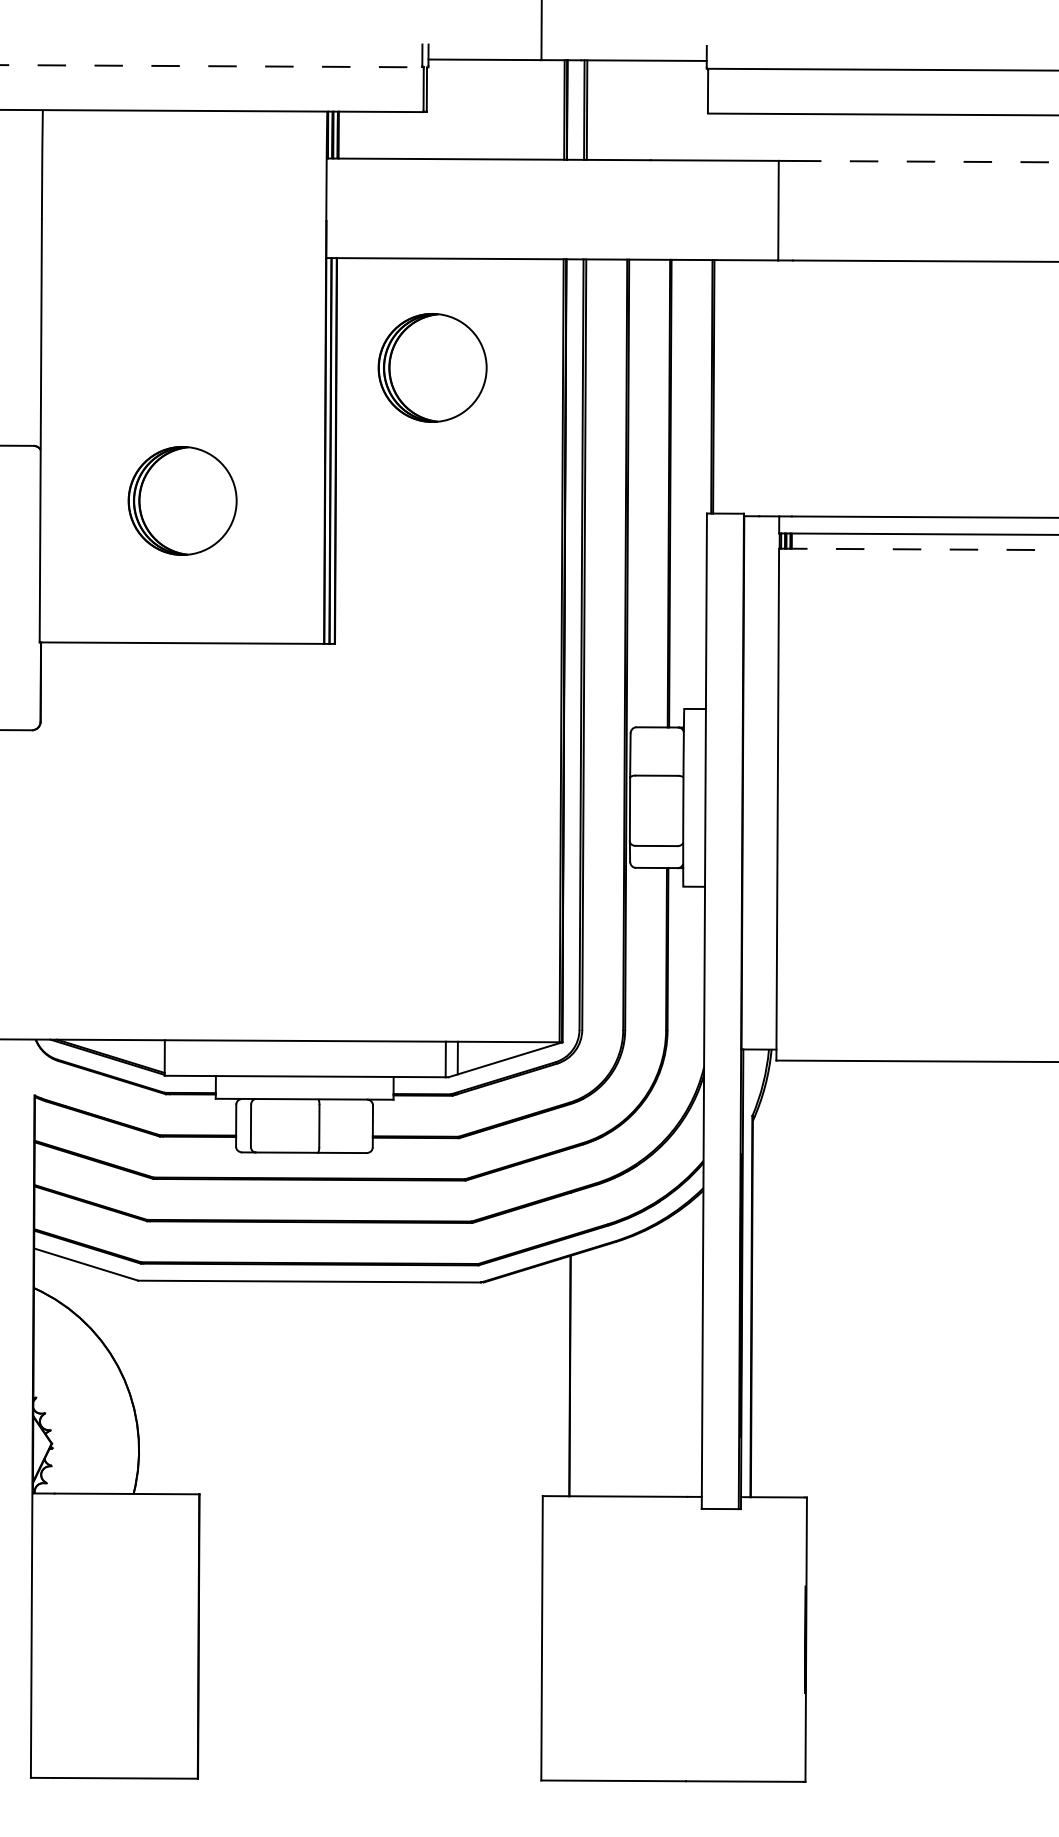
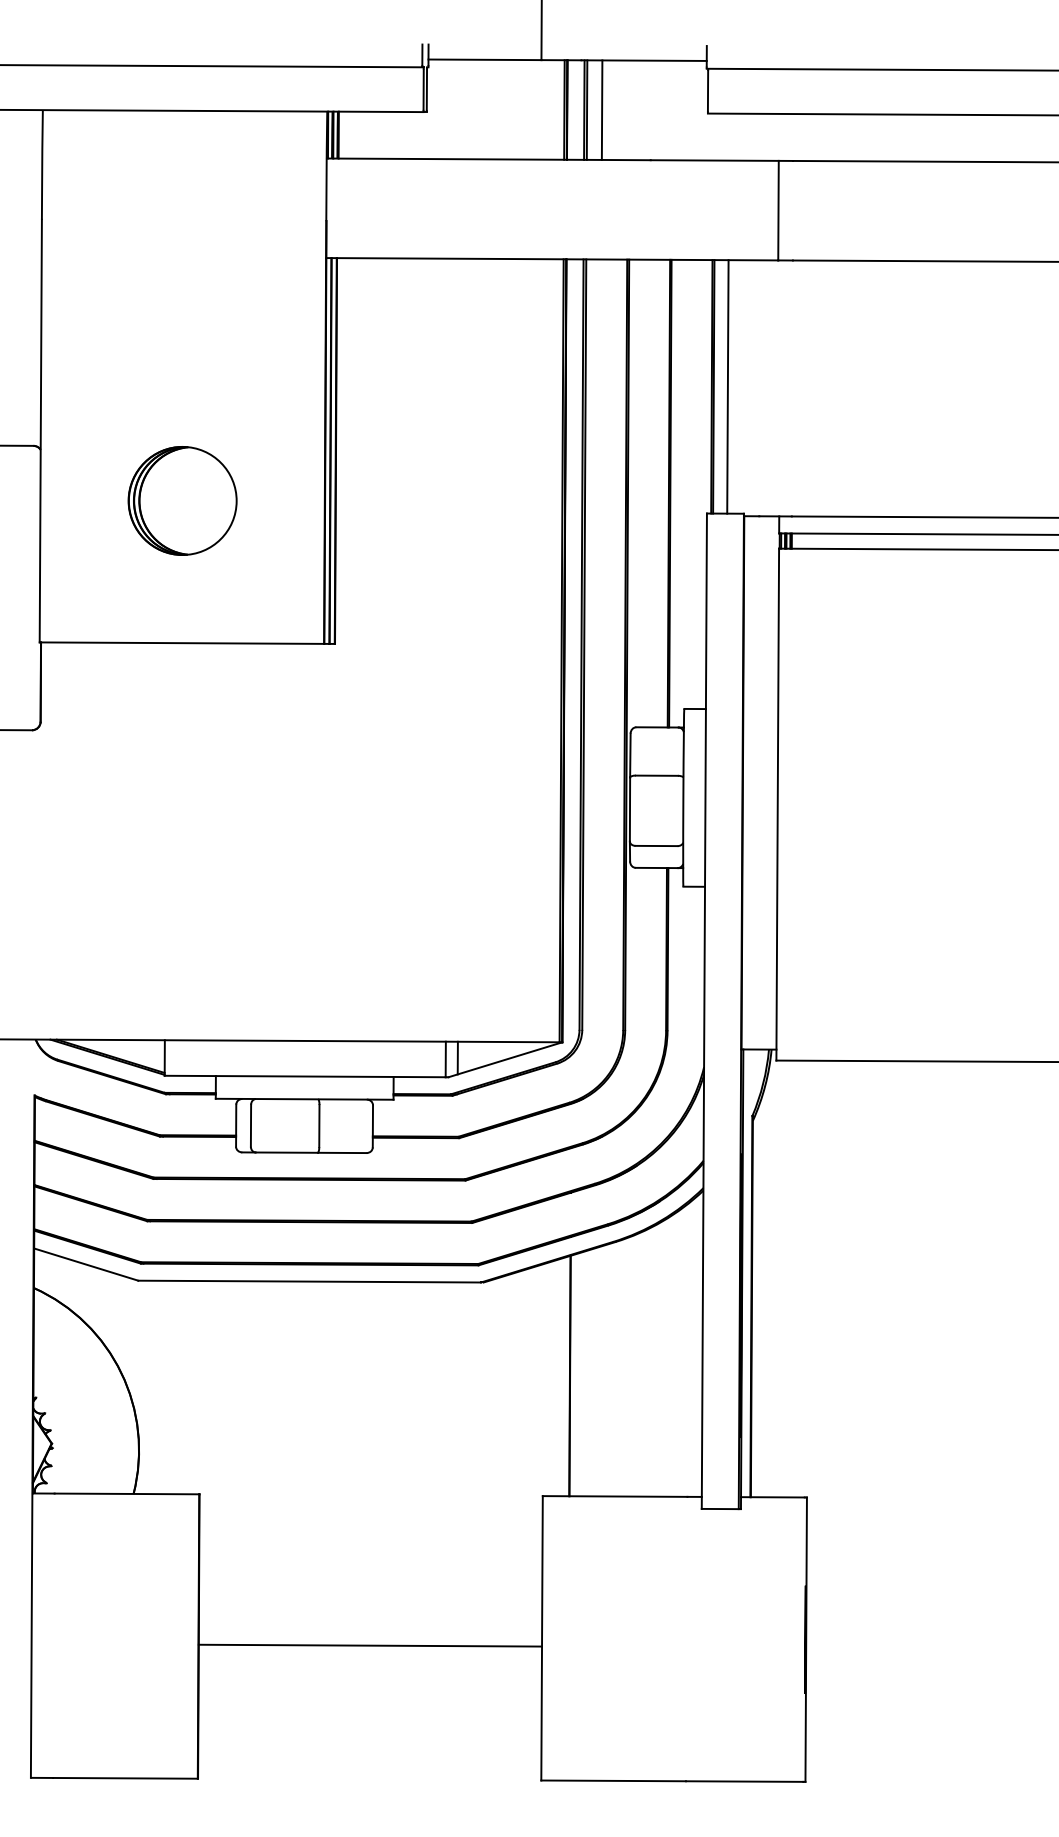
line at (211, 66): dashed -> solid
line at (601, 109): none -> present
line at (925, 161): dashed -> solid
part at (432, 367): present -> none
line at (727, 386): none -> present
line at (918, 549): dashed -> solid
line at (370, 1645): none -> present
